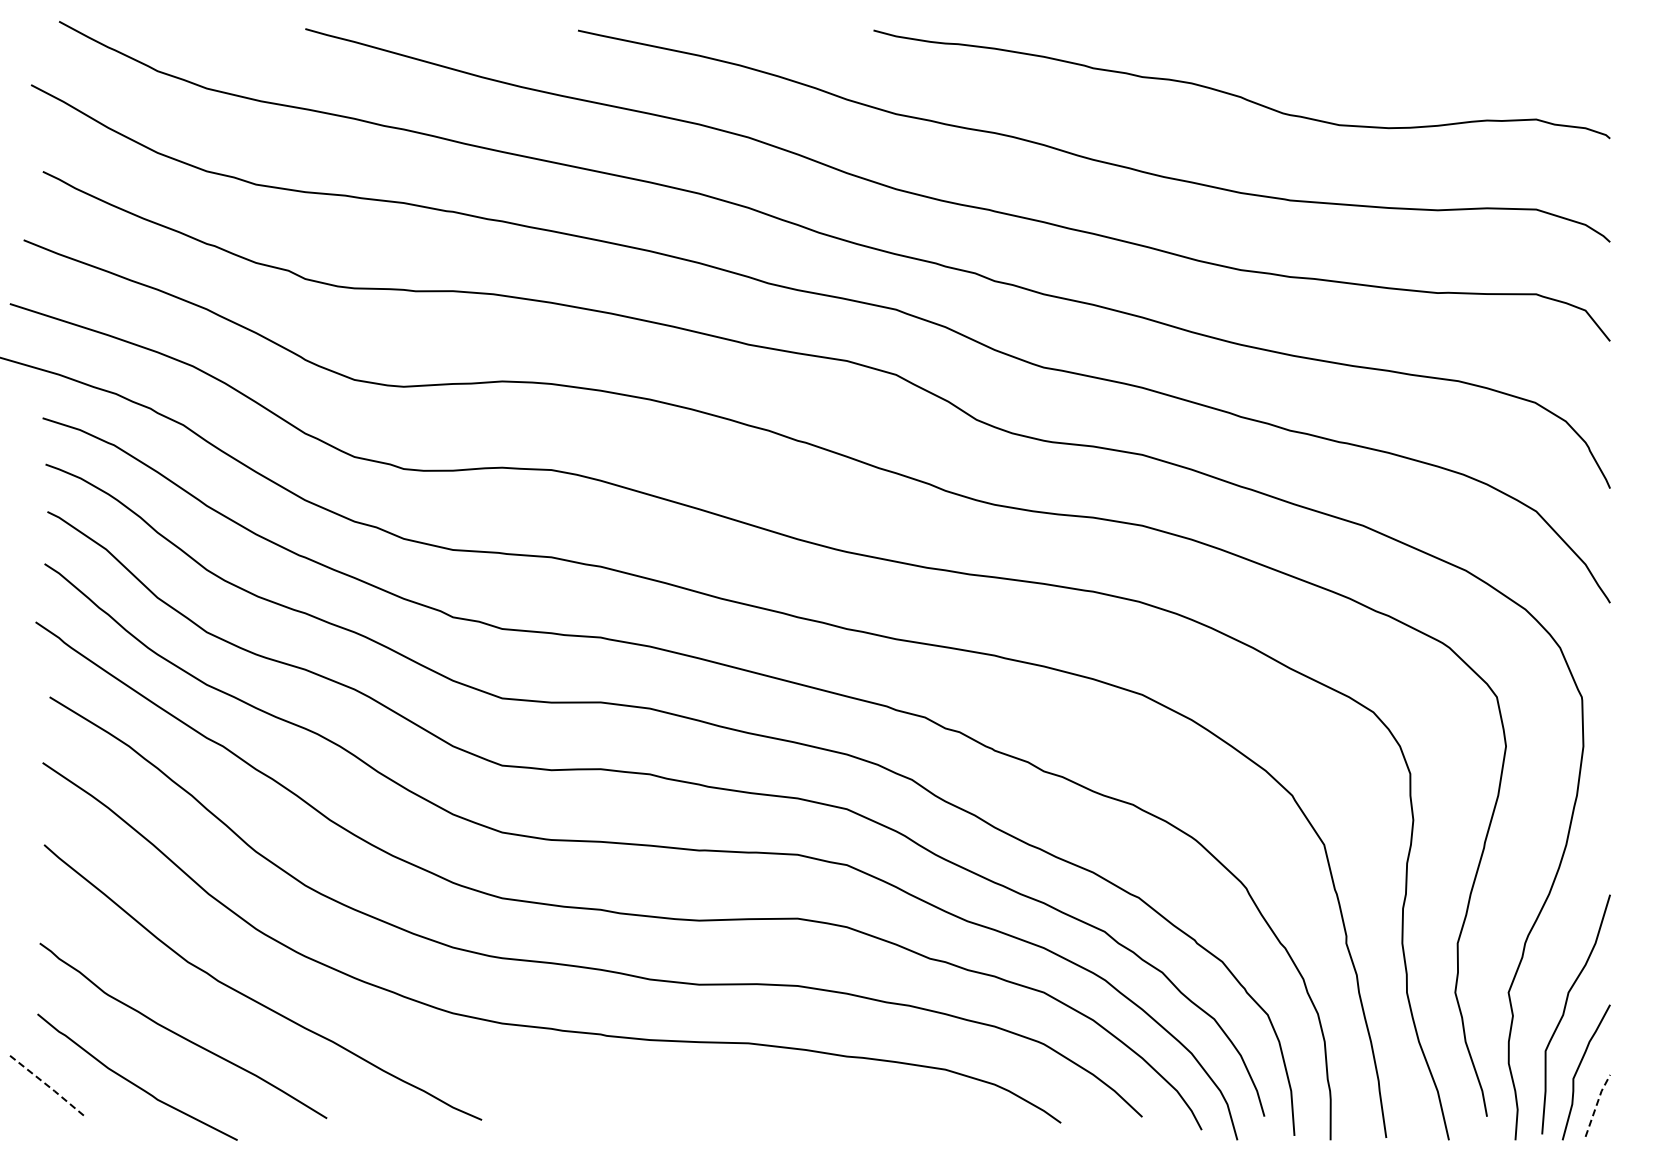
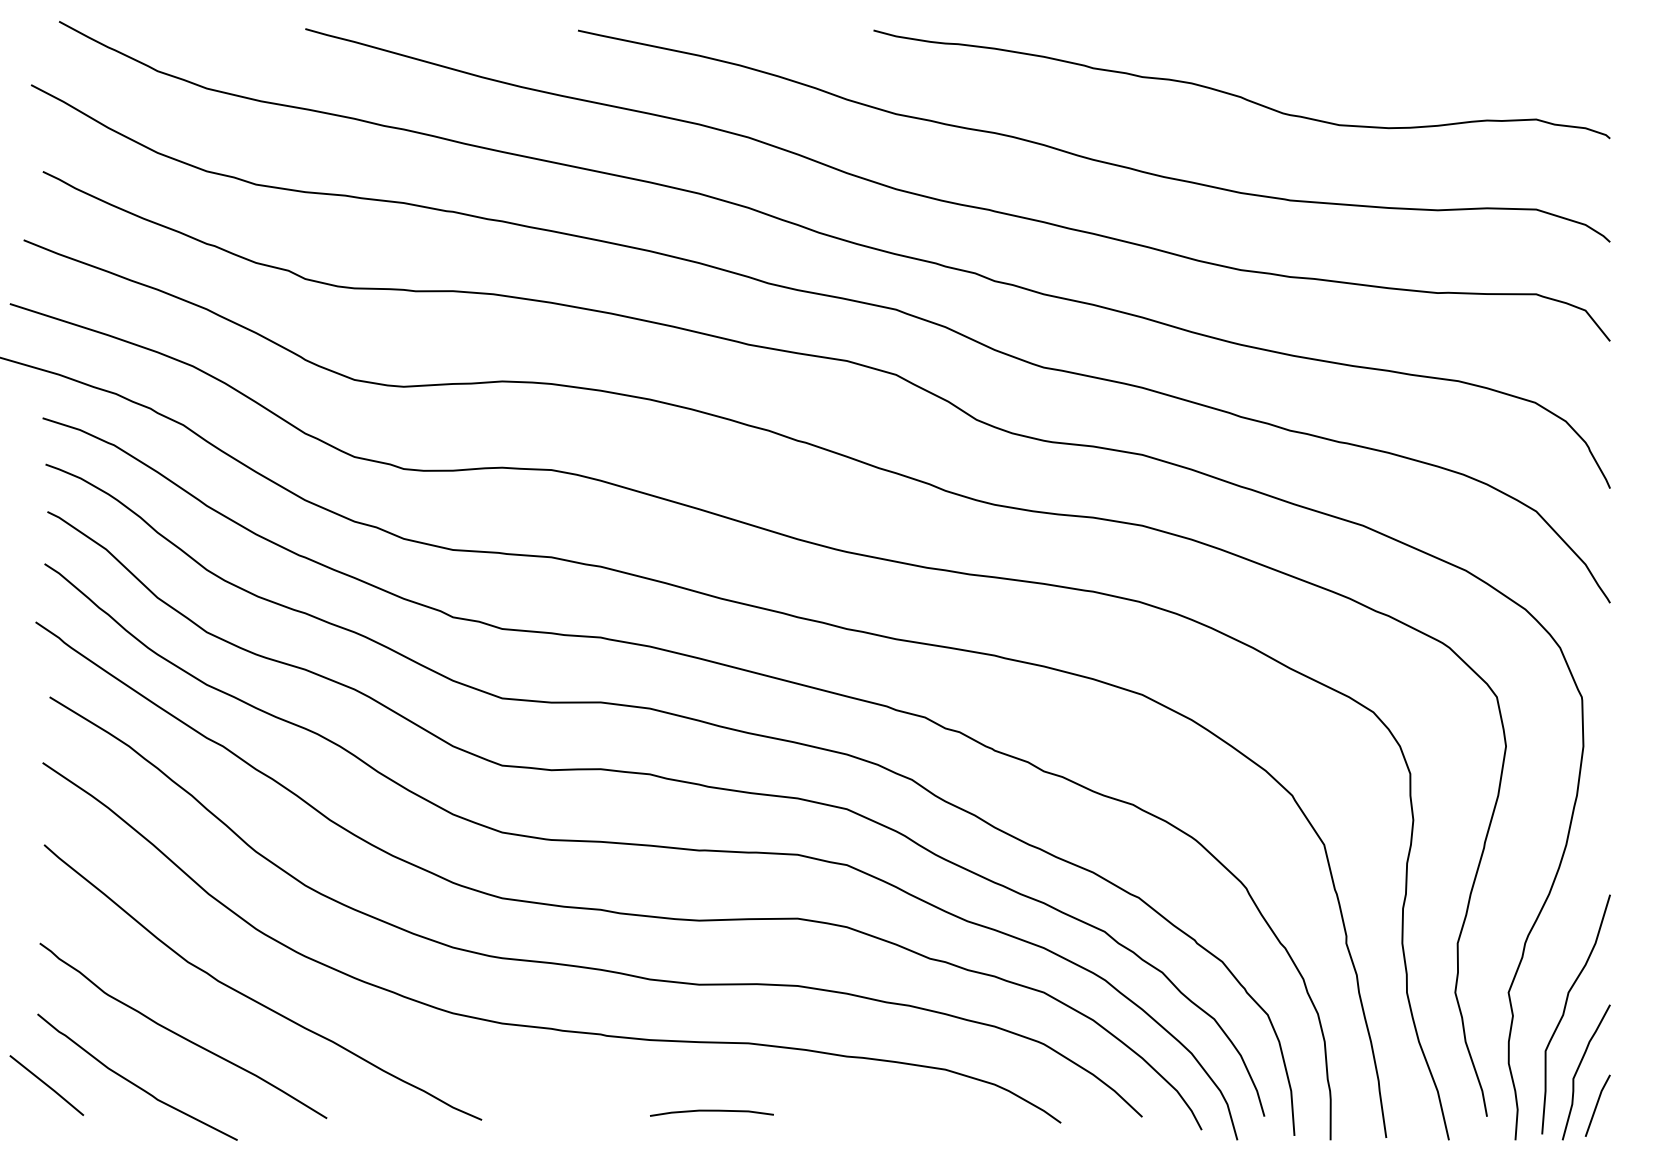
line at (47, 1085): dashed -> solid
line at (1597, 1104): dashed -> solid
curve at (711, 1111): none -> present
